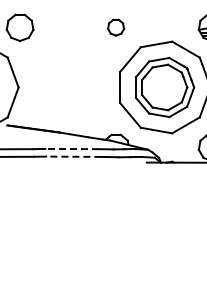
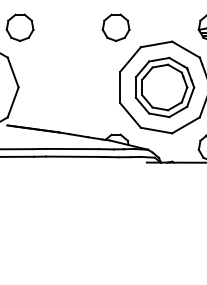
part at (116, 27) size: 19x19 px -> 30x29 px
line at (72, 149): dashed -> solid
line at (73, 156): dashed -> solid
